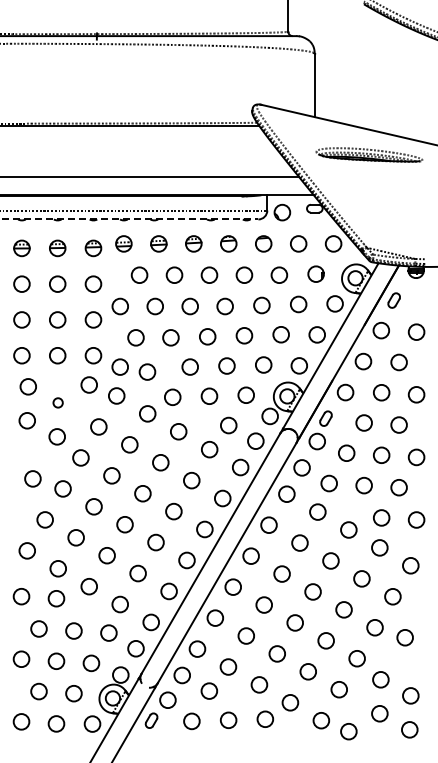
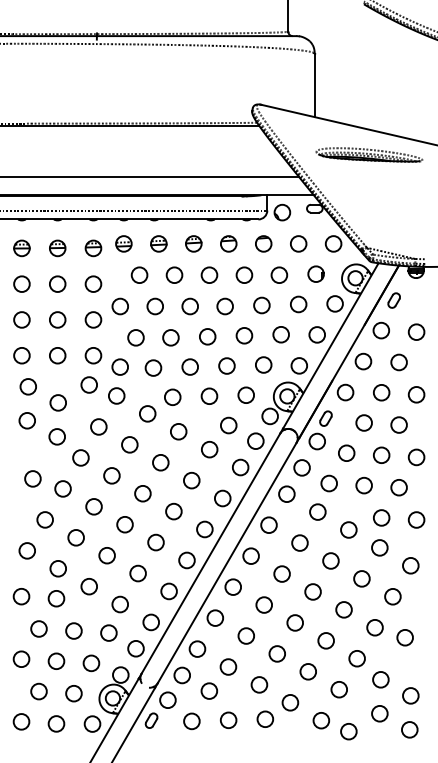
line at (129, 219): dashed -> solid
circle at (147, 371) position: (147, 371) -> (153, 367)
circle at (57, 402) size: 12x12 px -> 18x18 px
